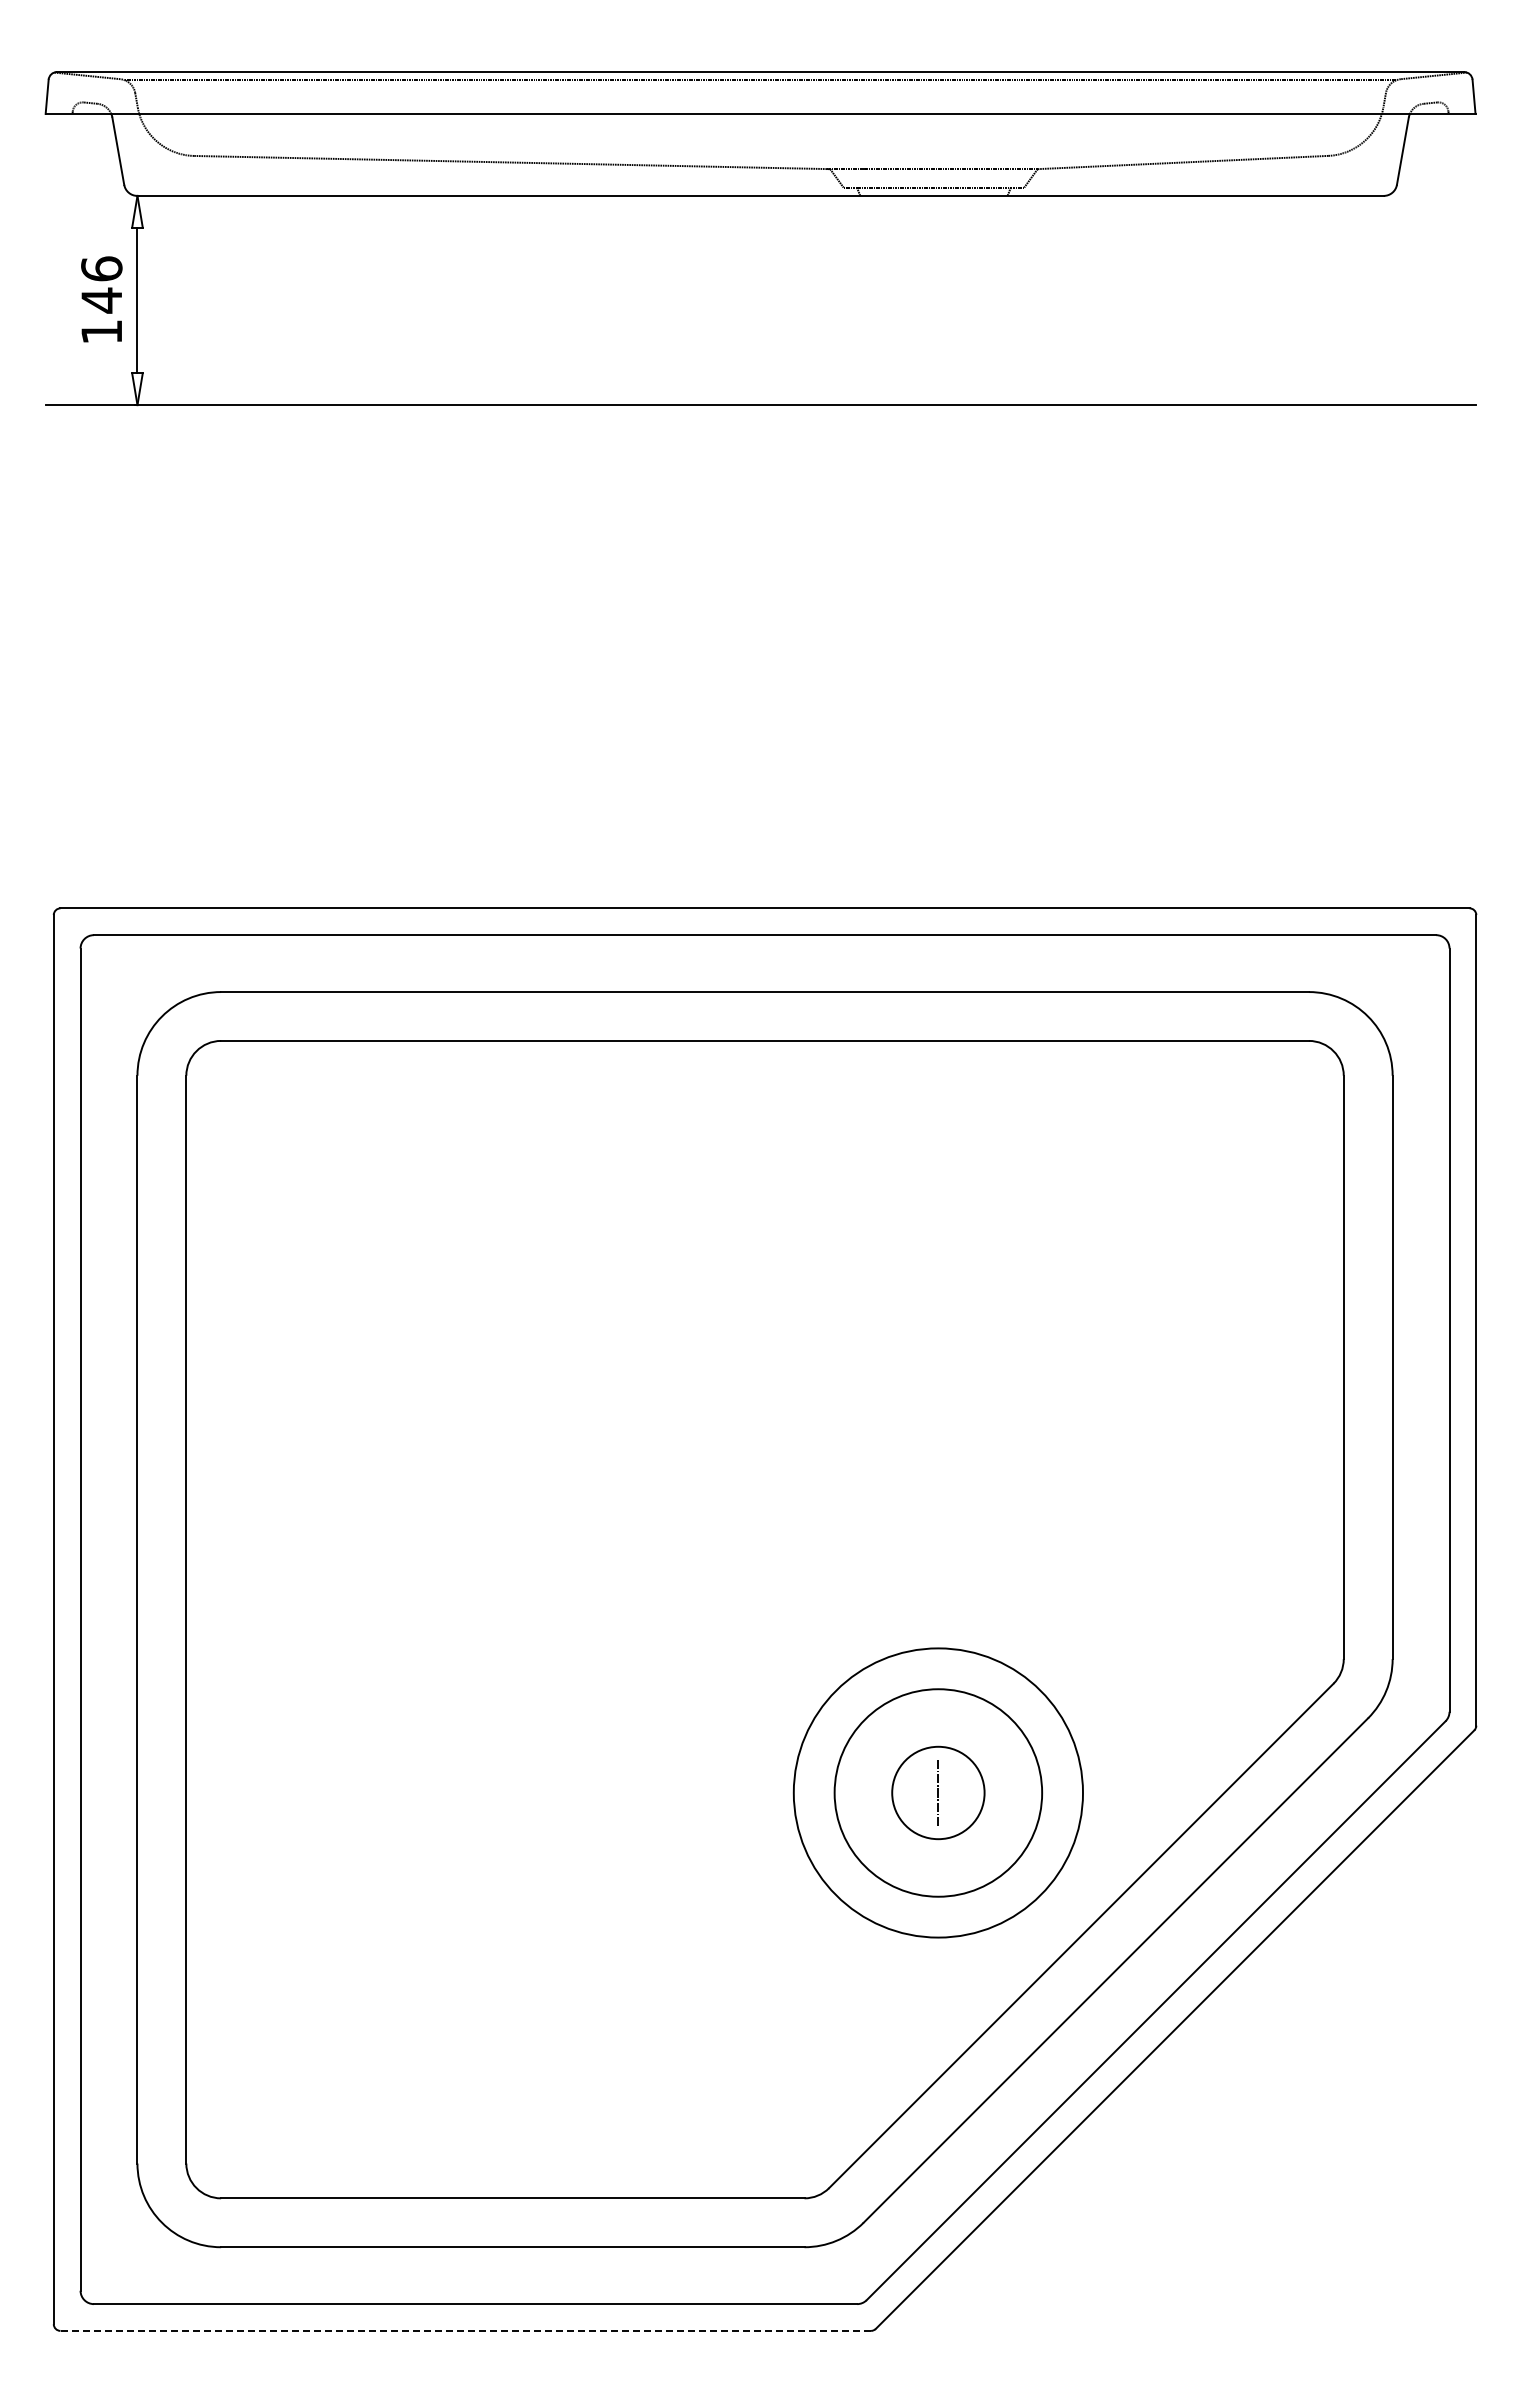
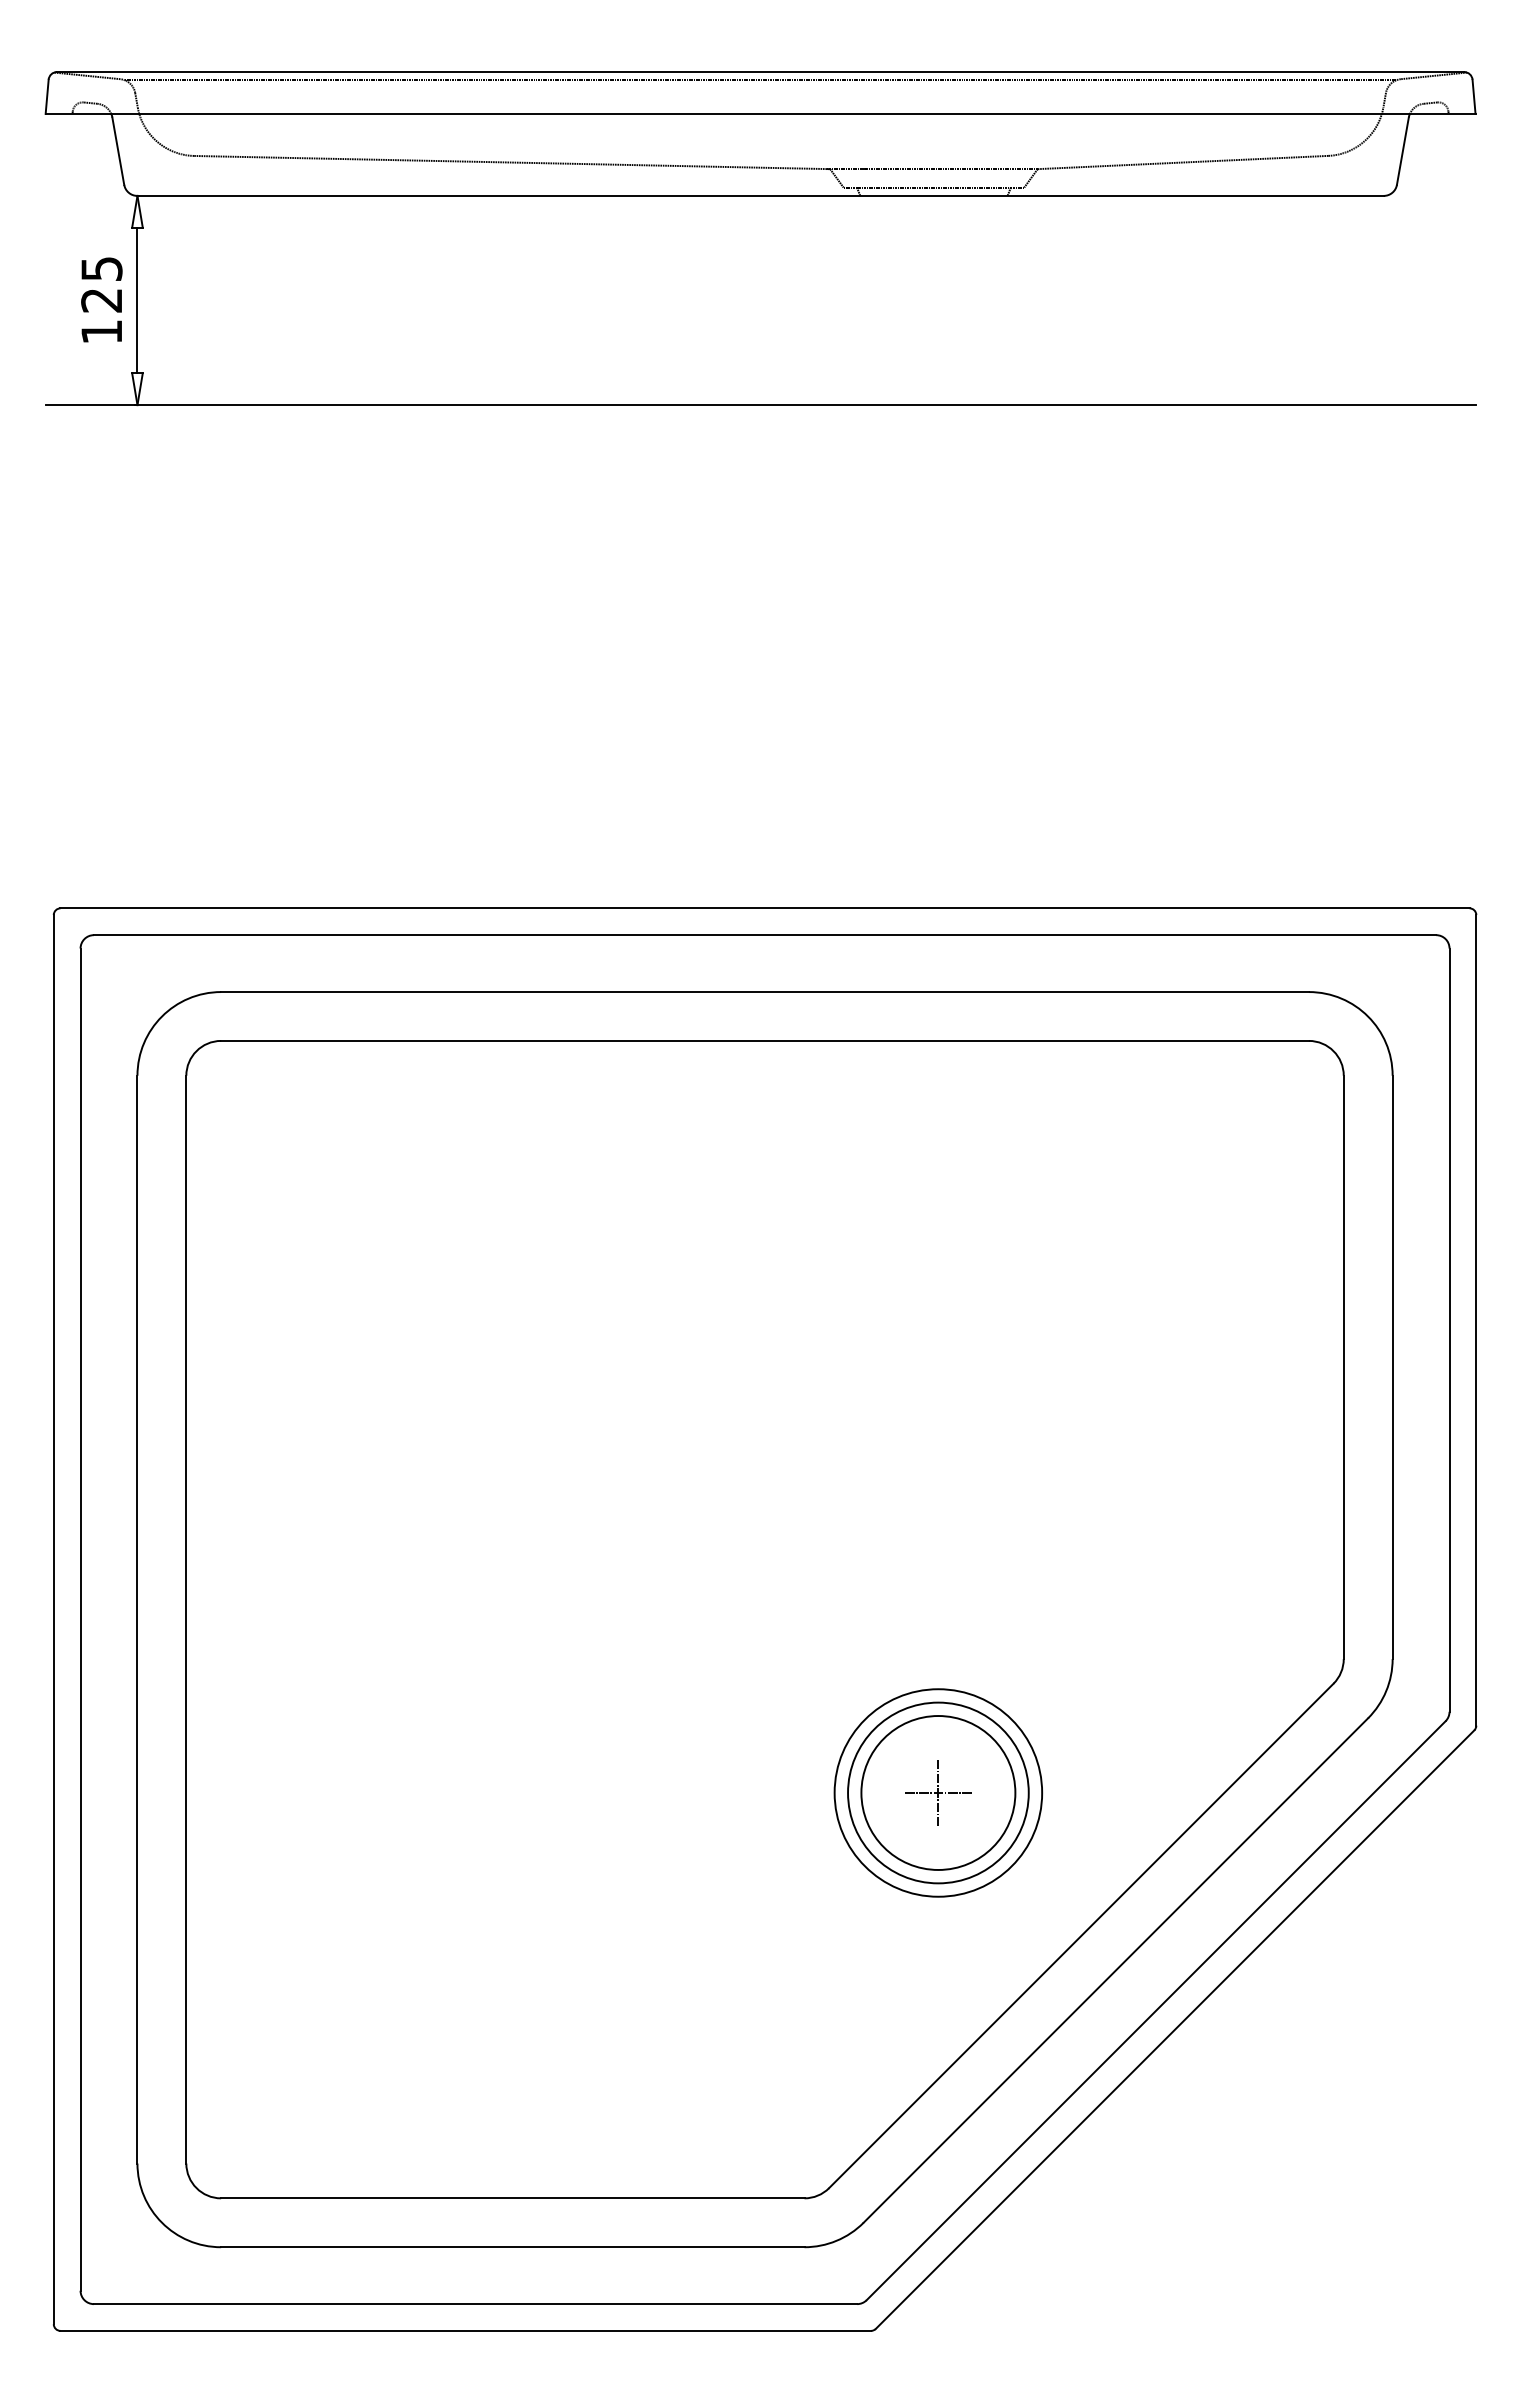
text at (101, 284): 146 -> 125
line at (937, 1792): none -> present
circle at (938, 1792) diameter: 289 px -> 181 px
circle at (938, 1792) diameter: 92 px -> 154 px
line at (465, 2330): dashed -> solid
